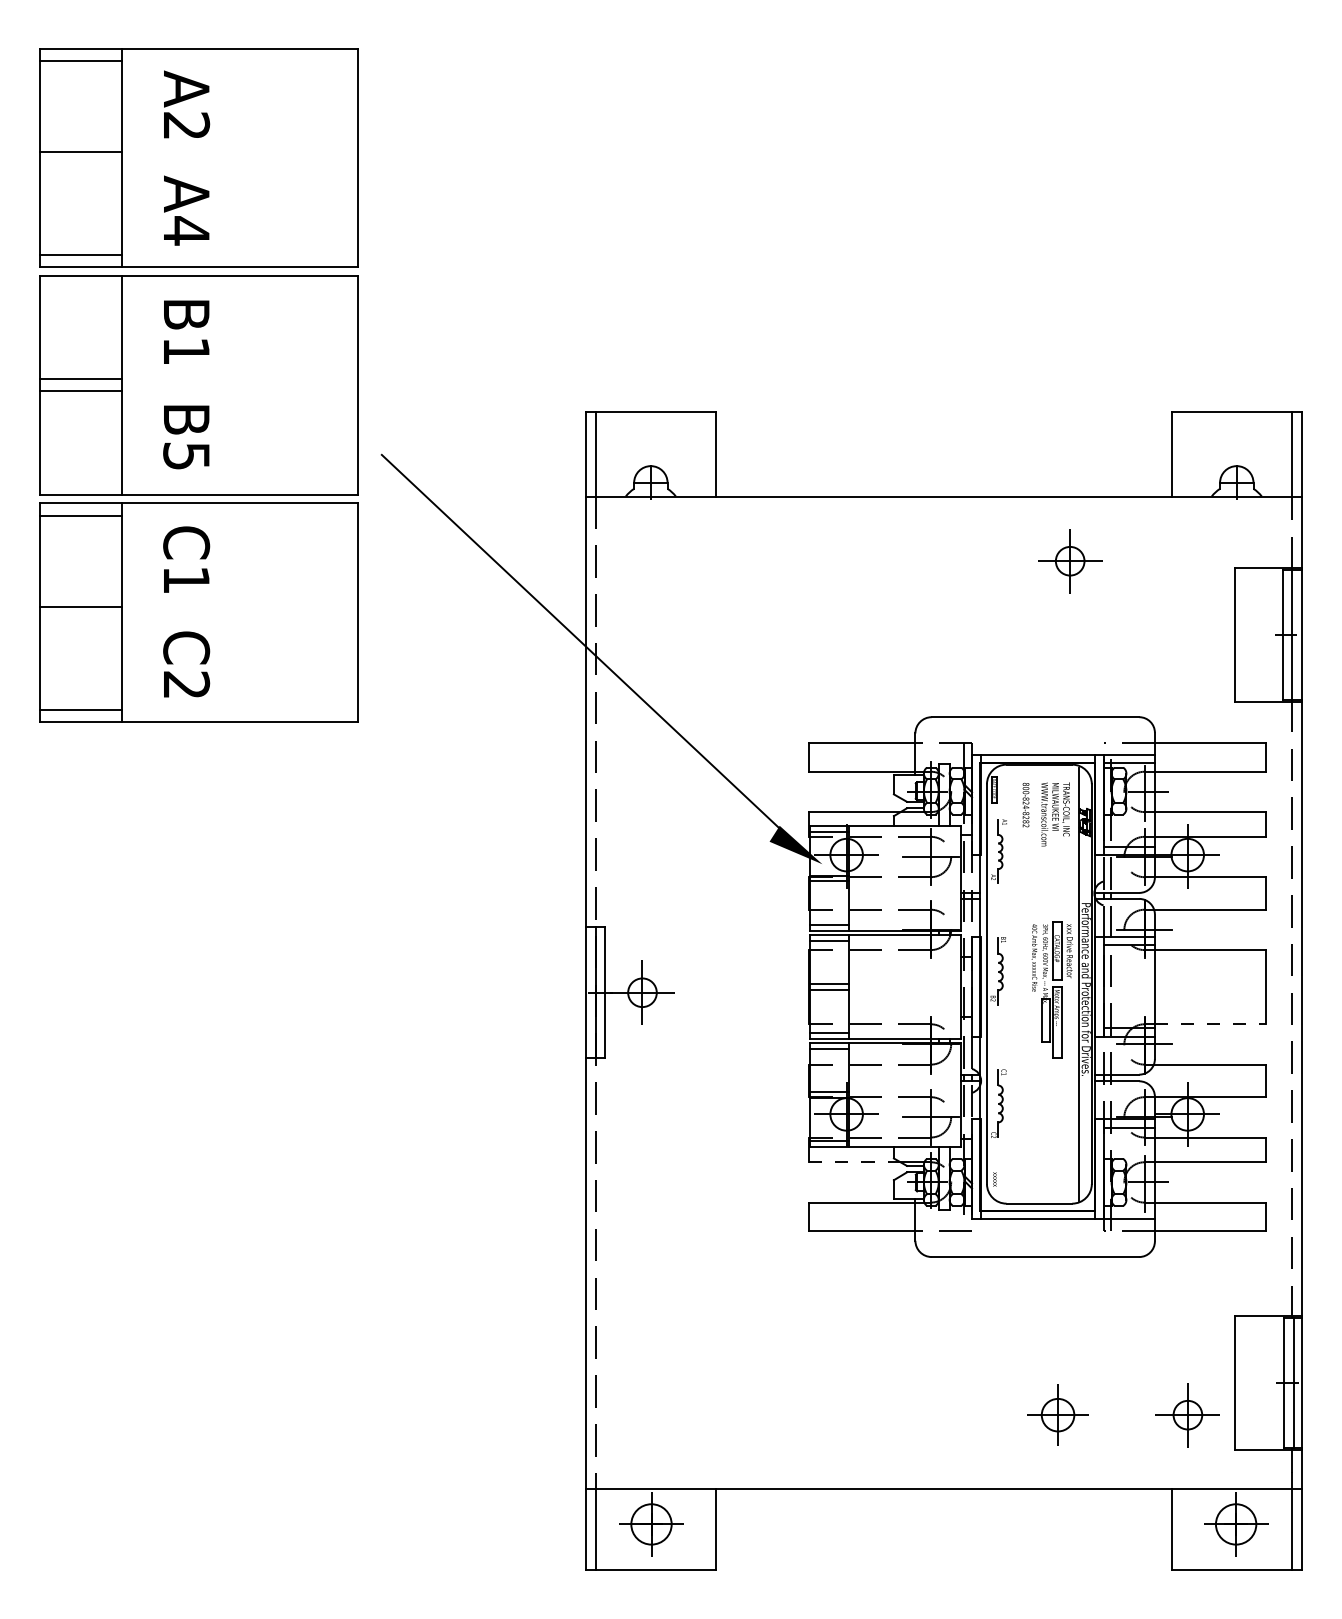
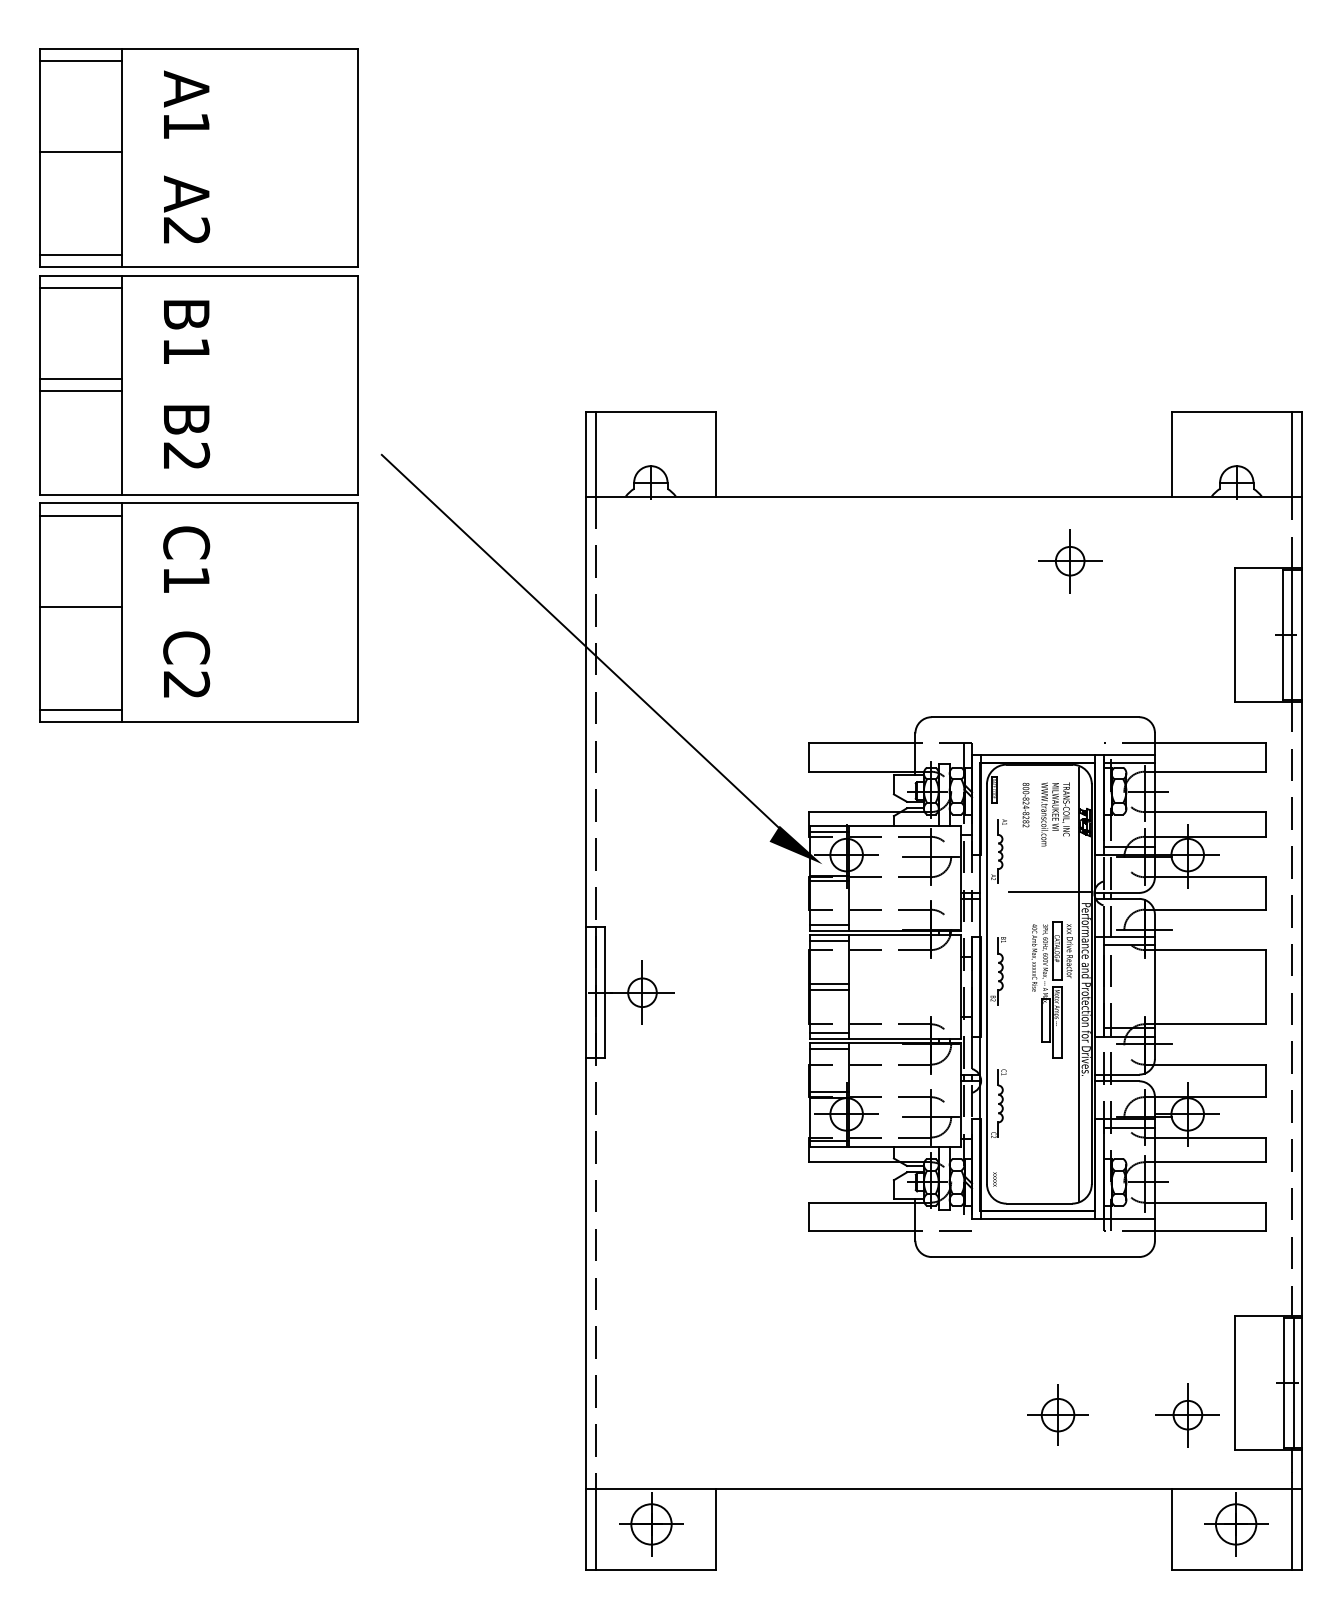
text at (187, 125): A2 -> A1
text at (187, 230): A4 -> A2
line at (81, 288): none -> present
text at (186, 455): B5 -> B2
line at (1050, 891): none -> present
line at (1210, 1024): dashed -> solid
line at (854, 1162): dashed -> solid
